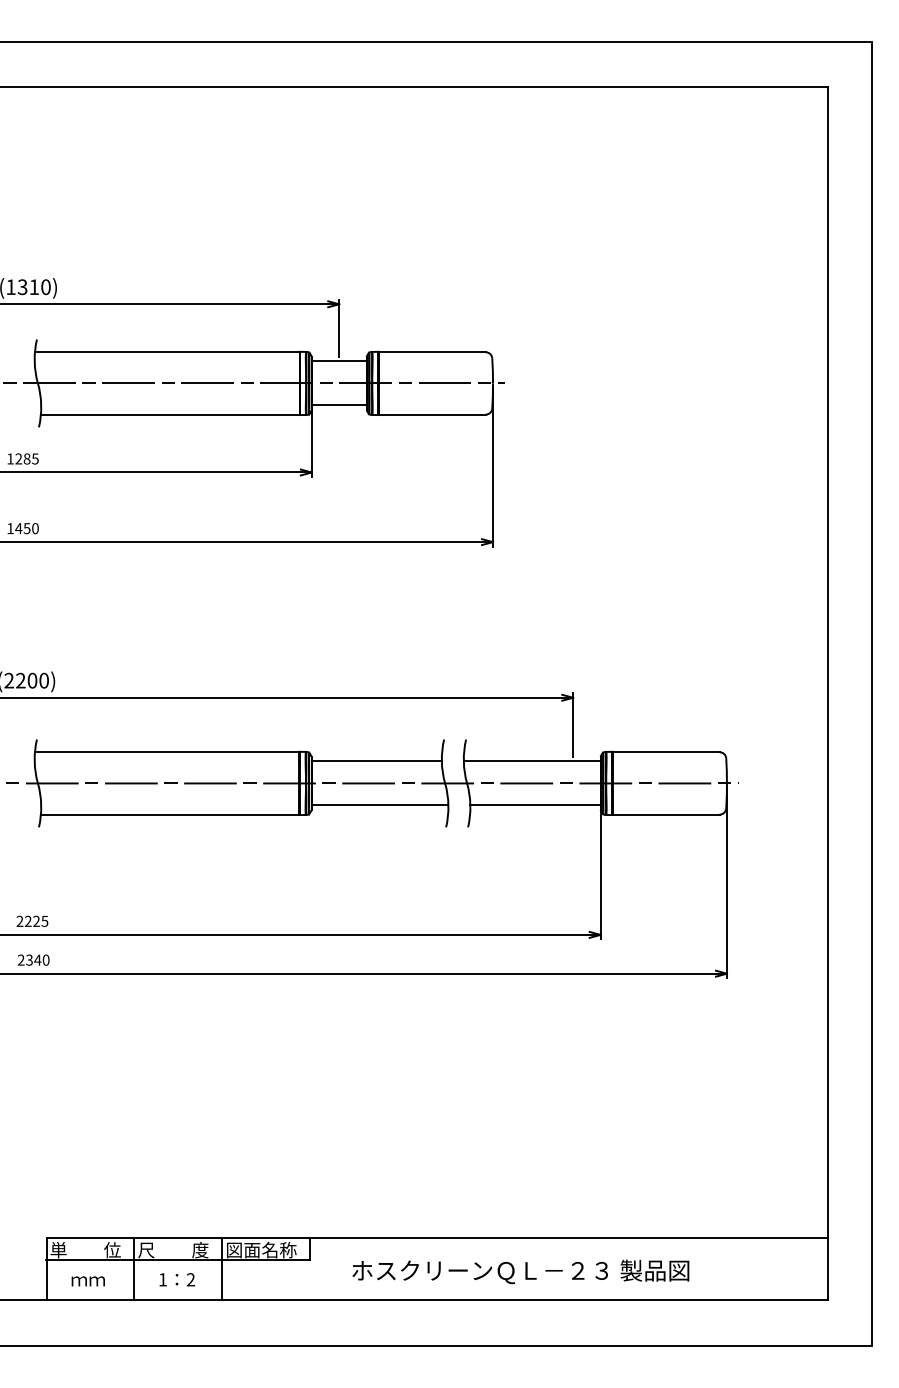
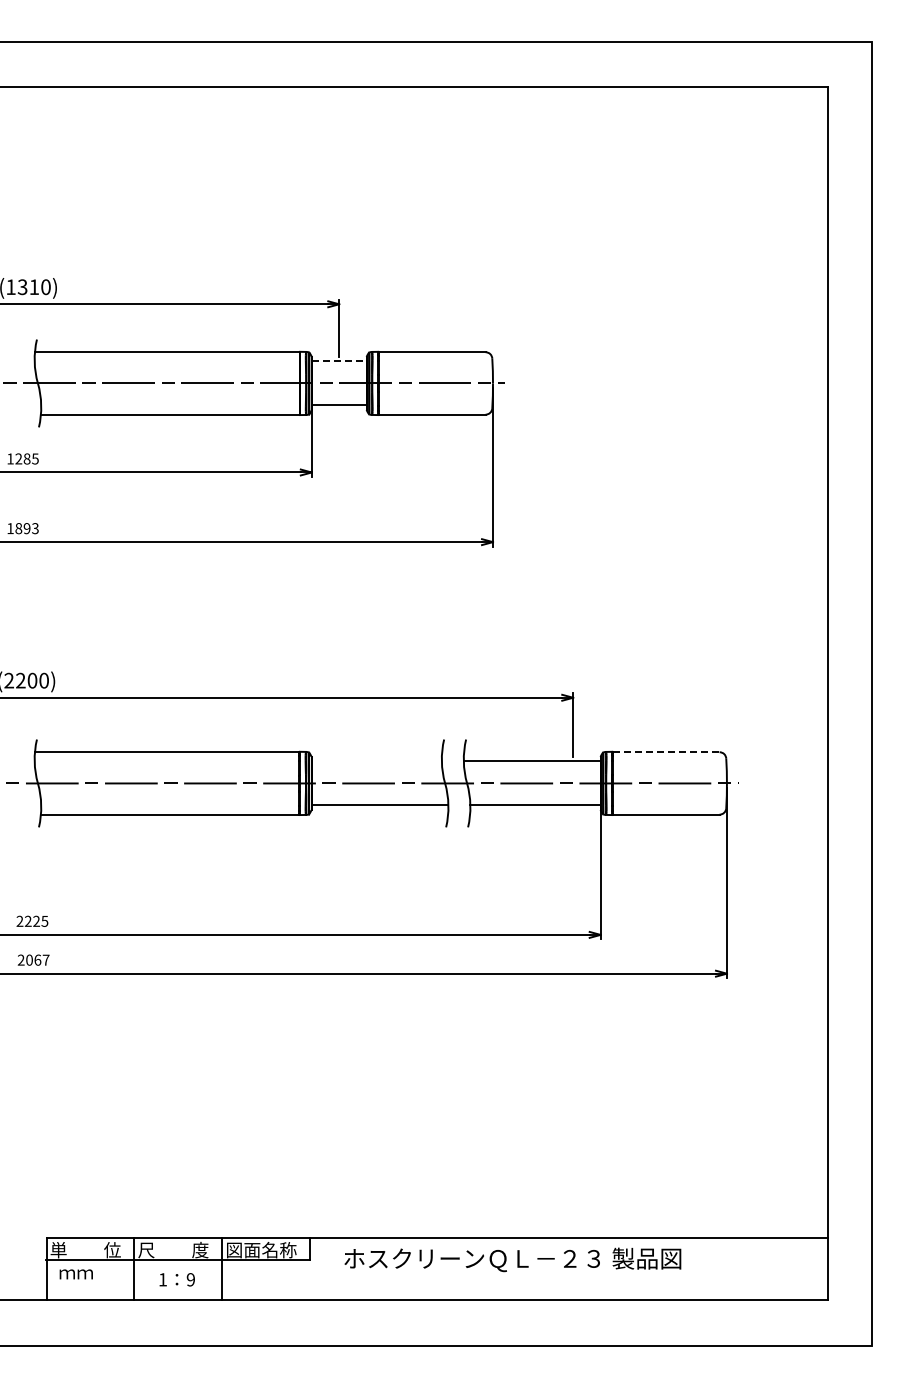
line at (339, 361): solid -> dashed
text at (26, 528): 1450 -> 1893
line at (666, 752): solid -> dashed
line at (376, 761): present -> none
text at (37, 959): 2340 -> 2067
text at (520, 1271) position: (520, 1271) -> (512, 1259)
text at (190, 1279): 2 -> 9
text at (87, 1281) position: (87, 1281) -> (75, 1274)
